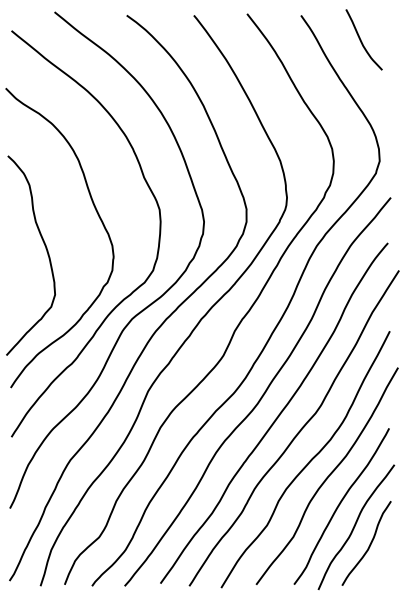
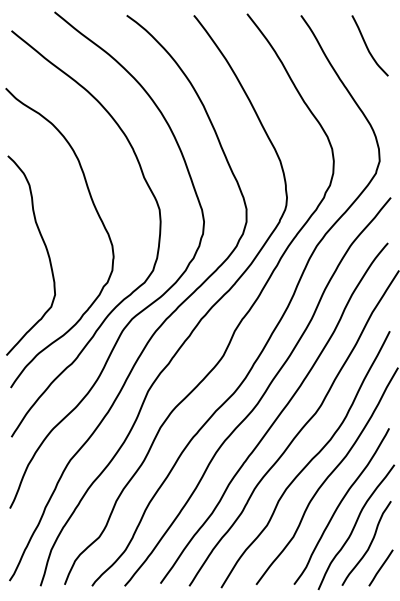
curve at (361, 39) position: (361, 39) -> (367, 45)
line at (380, 567): none -> present
